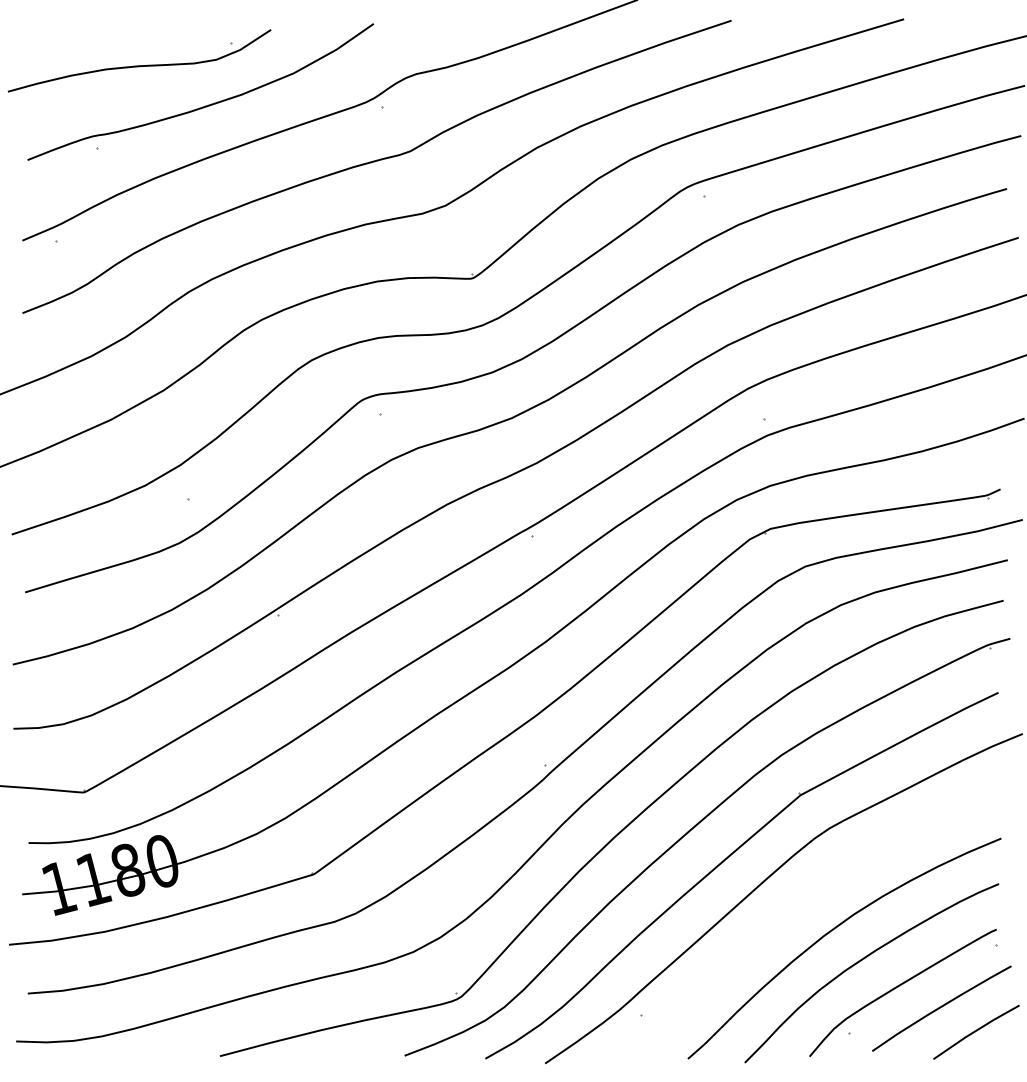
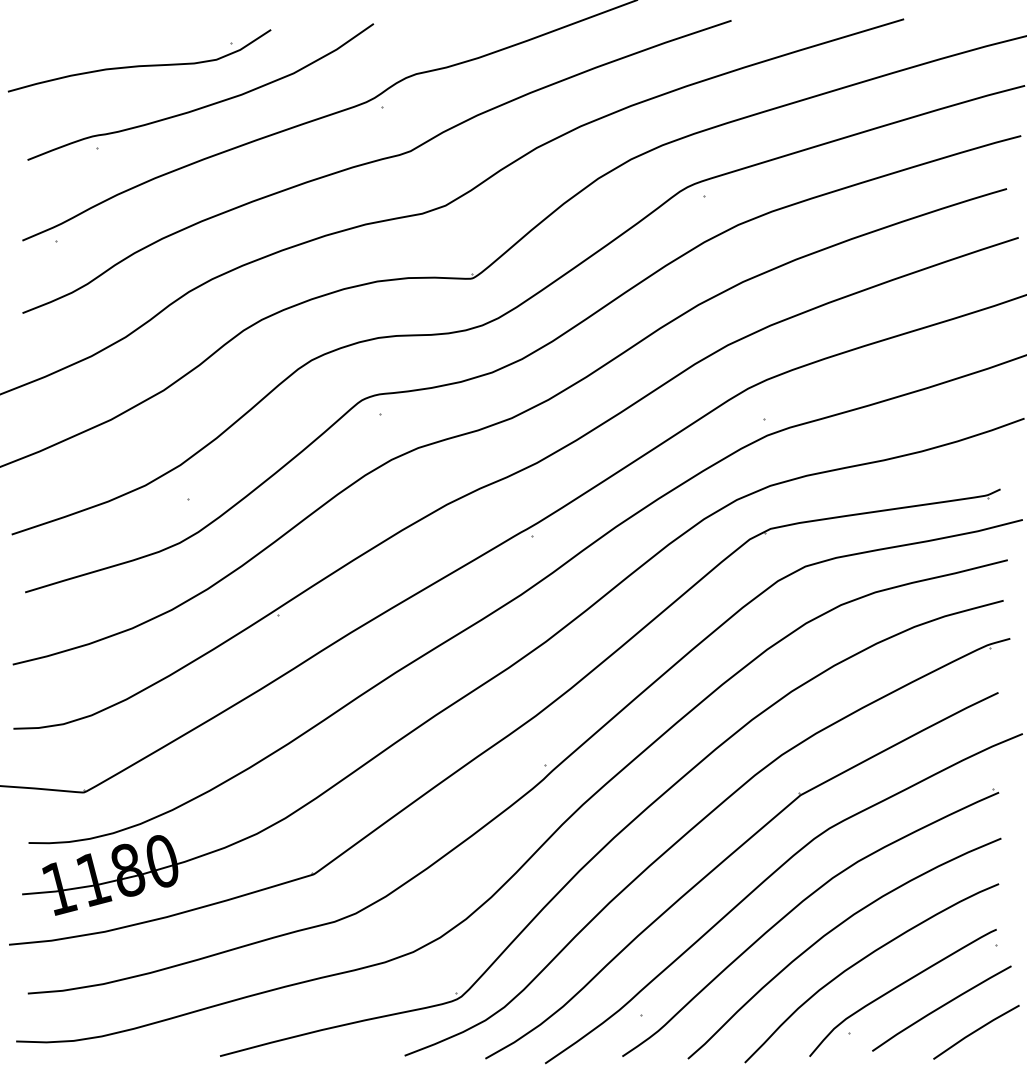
part at (798, 906): none -> present
